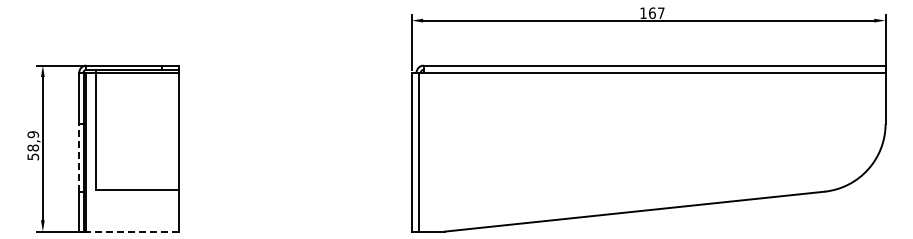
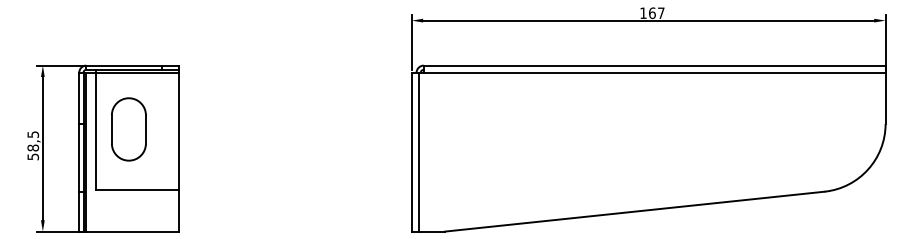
part at (128, 129): none -> present
text at (32, 134): 58,9 -> 58,5
line at (79, 157): dashed -> solid
line at (131, 231): dashed -> solid
